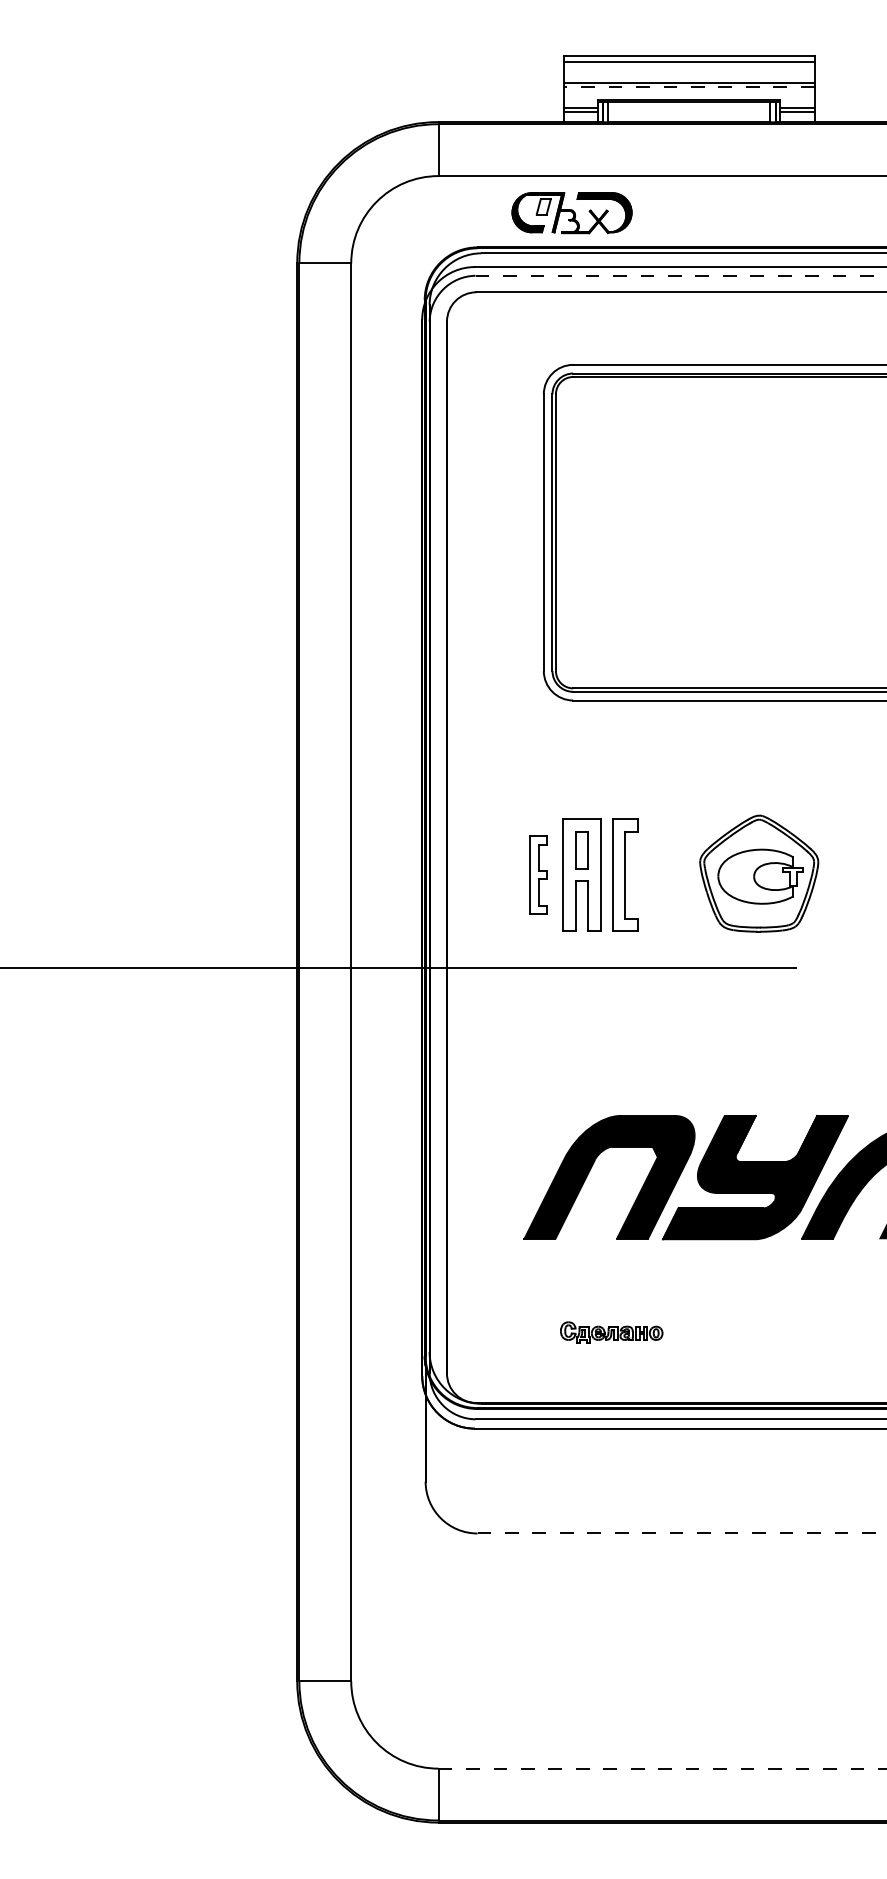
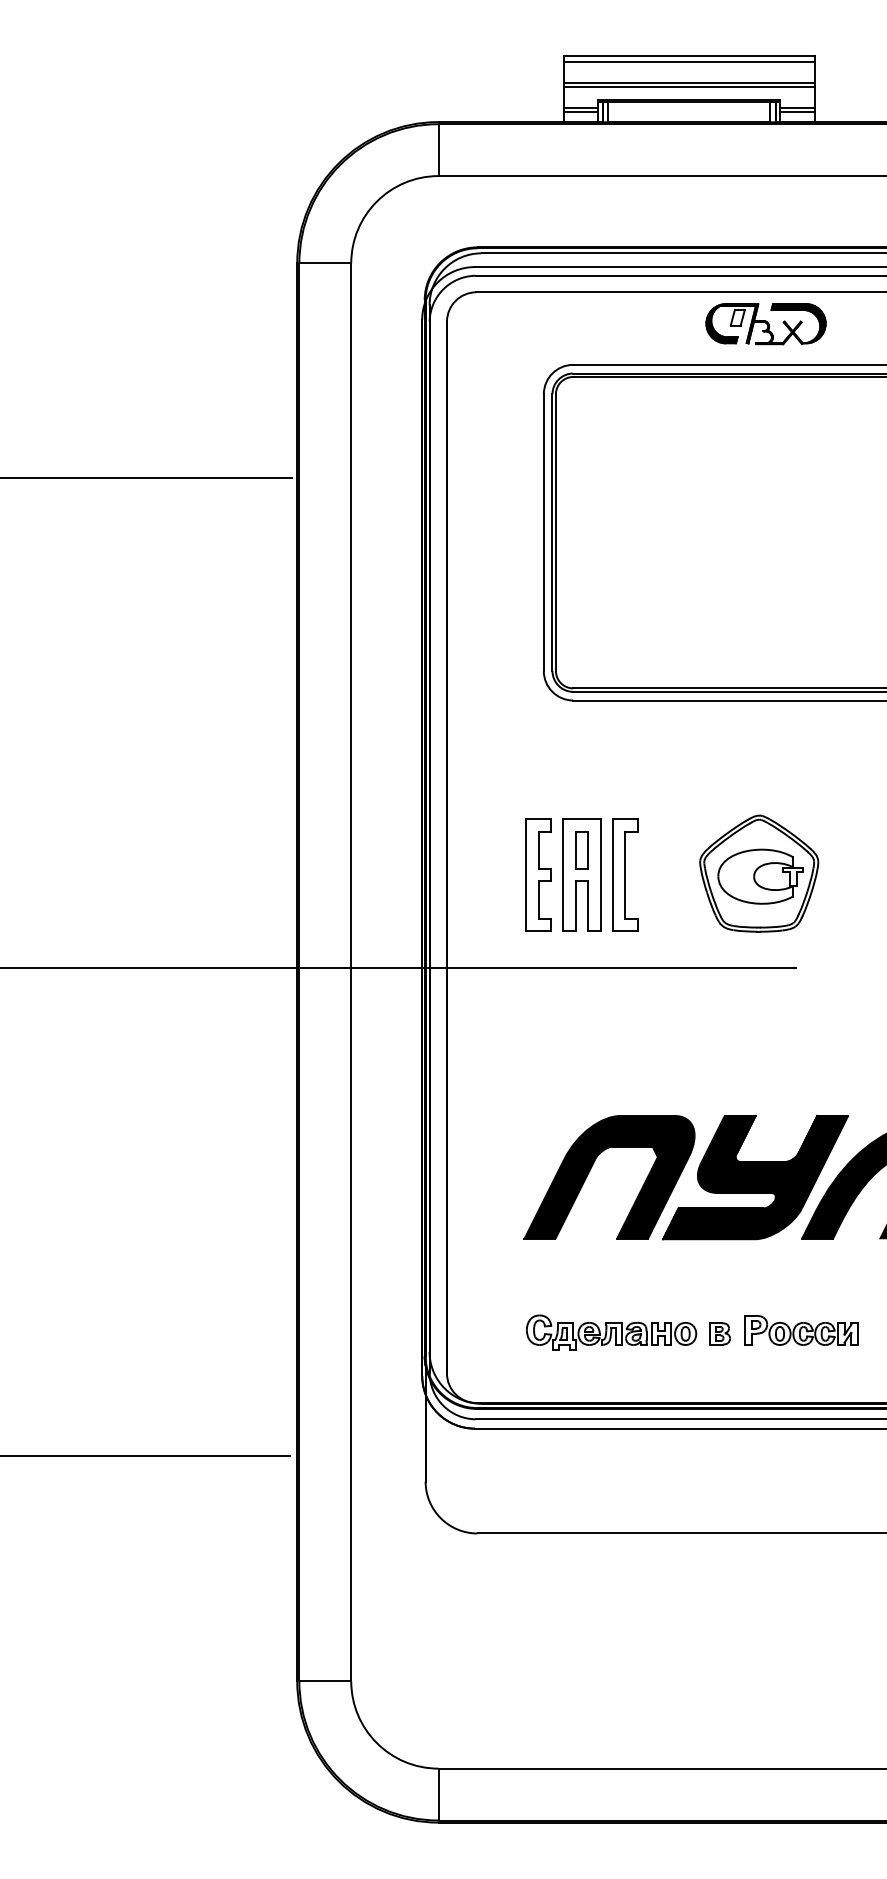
line at (688, 87): dashed -> solid
part at (571, 213) position: (571, 213) -> (765, 324)
line at (680, 275): dashed -> solid
line at (146, 477): none -> present
part at (538, 874) size: 19x80 px -> 27x114 px
part at (801, 1330): none -> present
part at (611, 1332) size: 104x23 px -> 172x37 px
part at (719, 1333): none -> present
line at (145, 1456): none -> present
line at (682, 1533): dashed -> solid
line at (662, 1768): dashed -> solid
